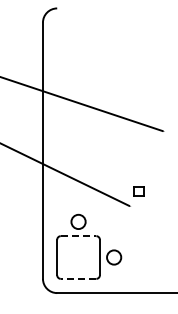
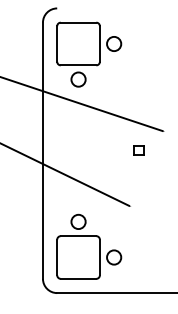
part at (89, 54): none -> present
part at (138, 191) position: (138, 191) -> (138, 150)
line at (78, 236): dashed -> solid
line at (78, 278): dashed -> solid
